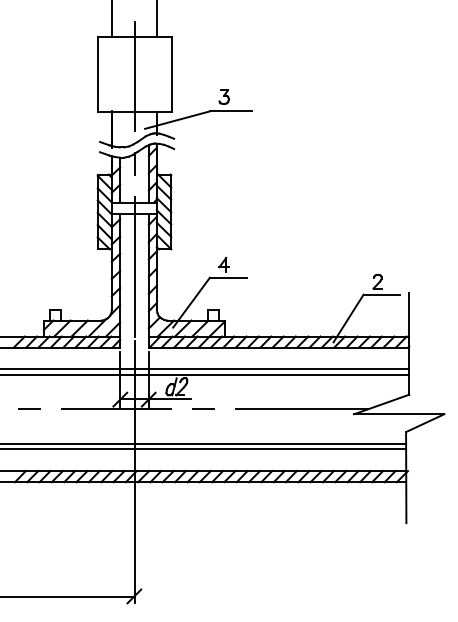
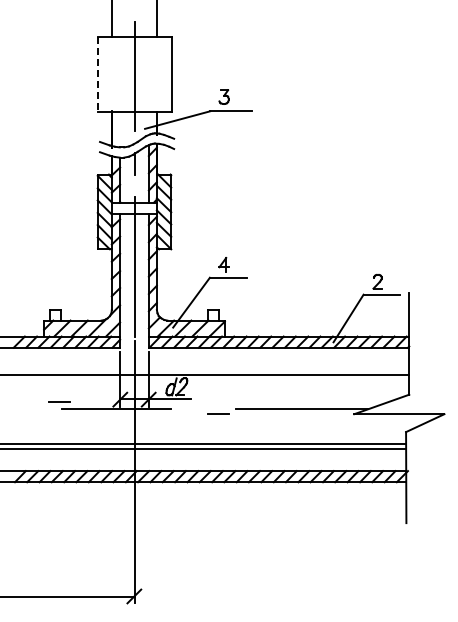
line at (98, 74): solid -> dashed
line at (205, 369): present -> none
line at (29, 408) position: (29, 408) -> (59, 401)
line at (203, 408) position: (203, 408) -> (218, 413)
